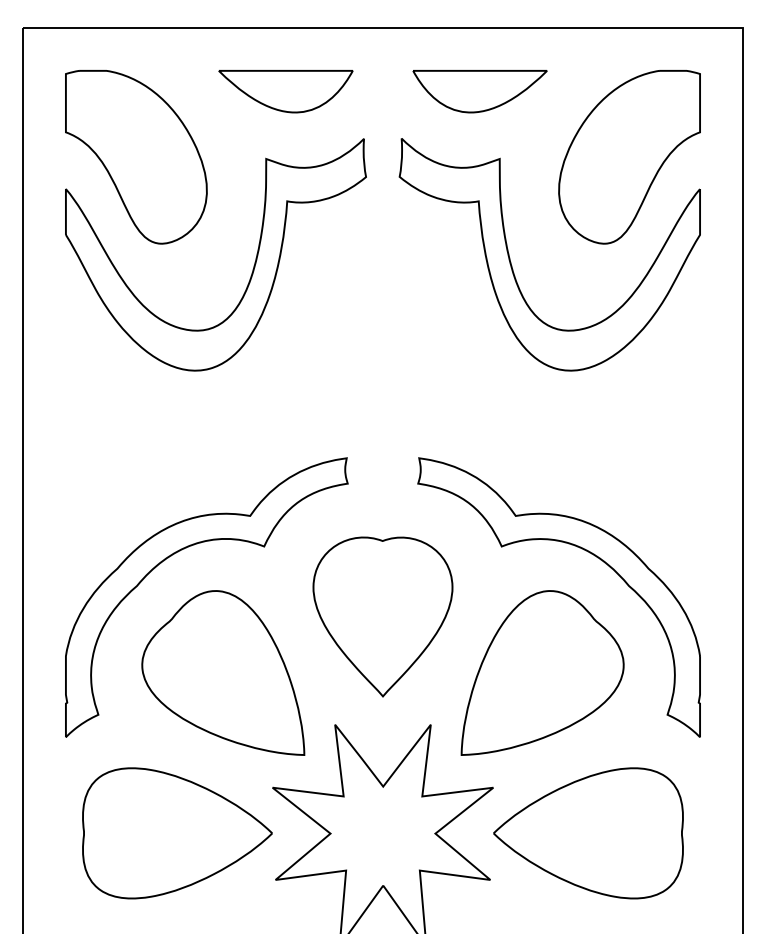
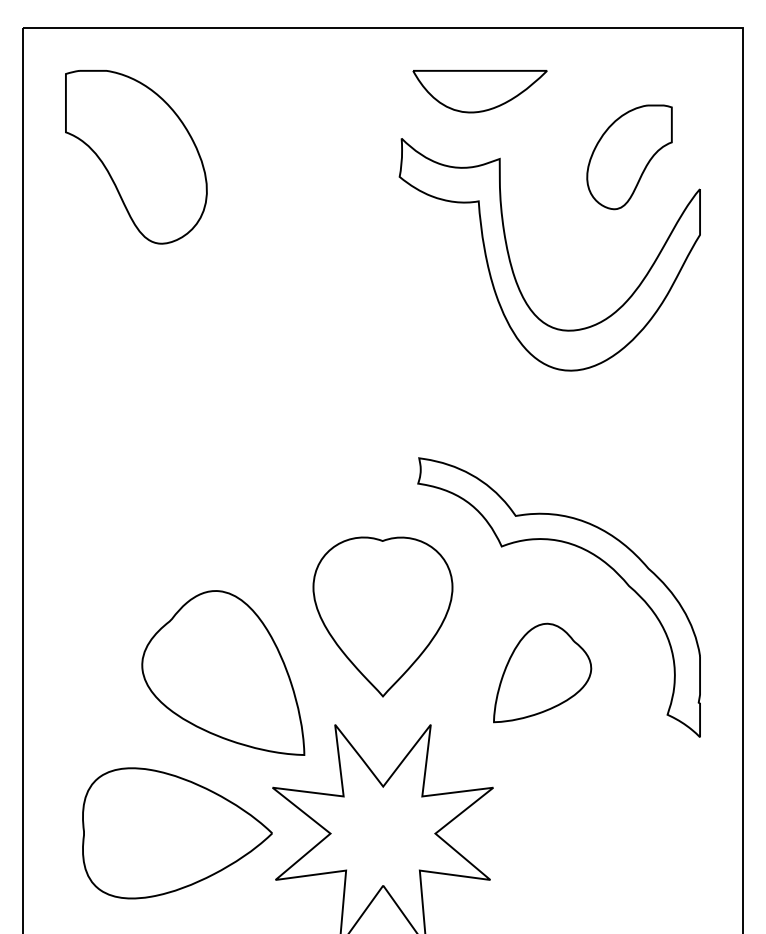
part at (285, 91): present -> none
part at (629, 157) size: 143x175 px -> 87x107 px
part at (253, 265): present -> none
part at (182, 550): present -> none
part at (542, 672) size: 165x166 px -> 100x102 px
part at (588, 833): present -> none
